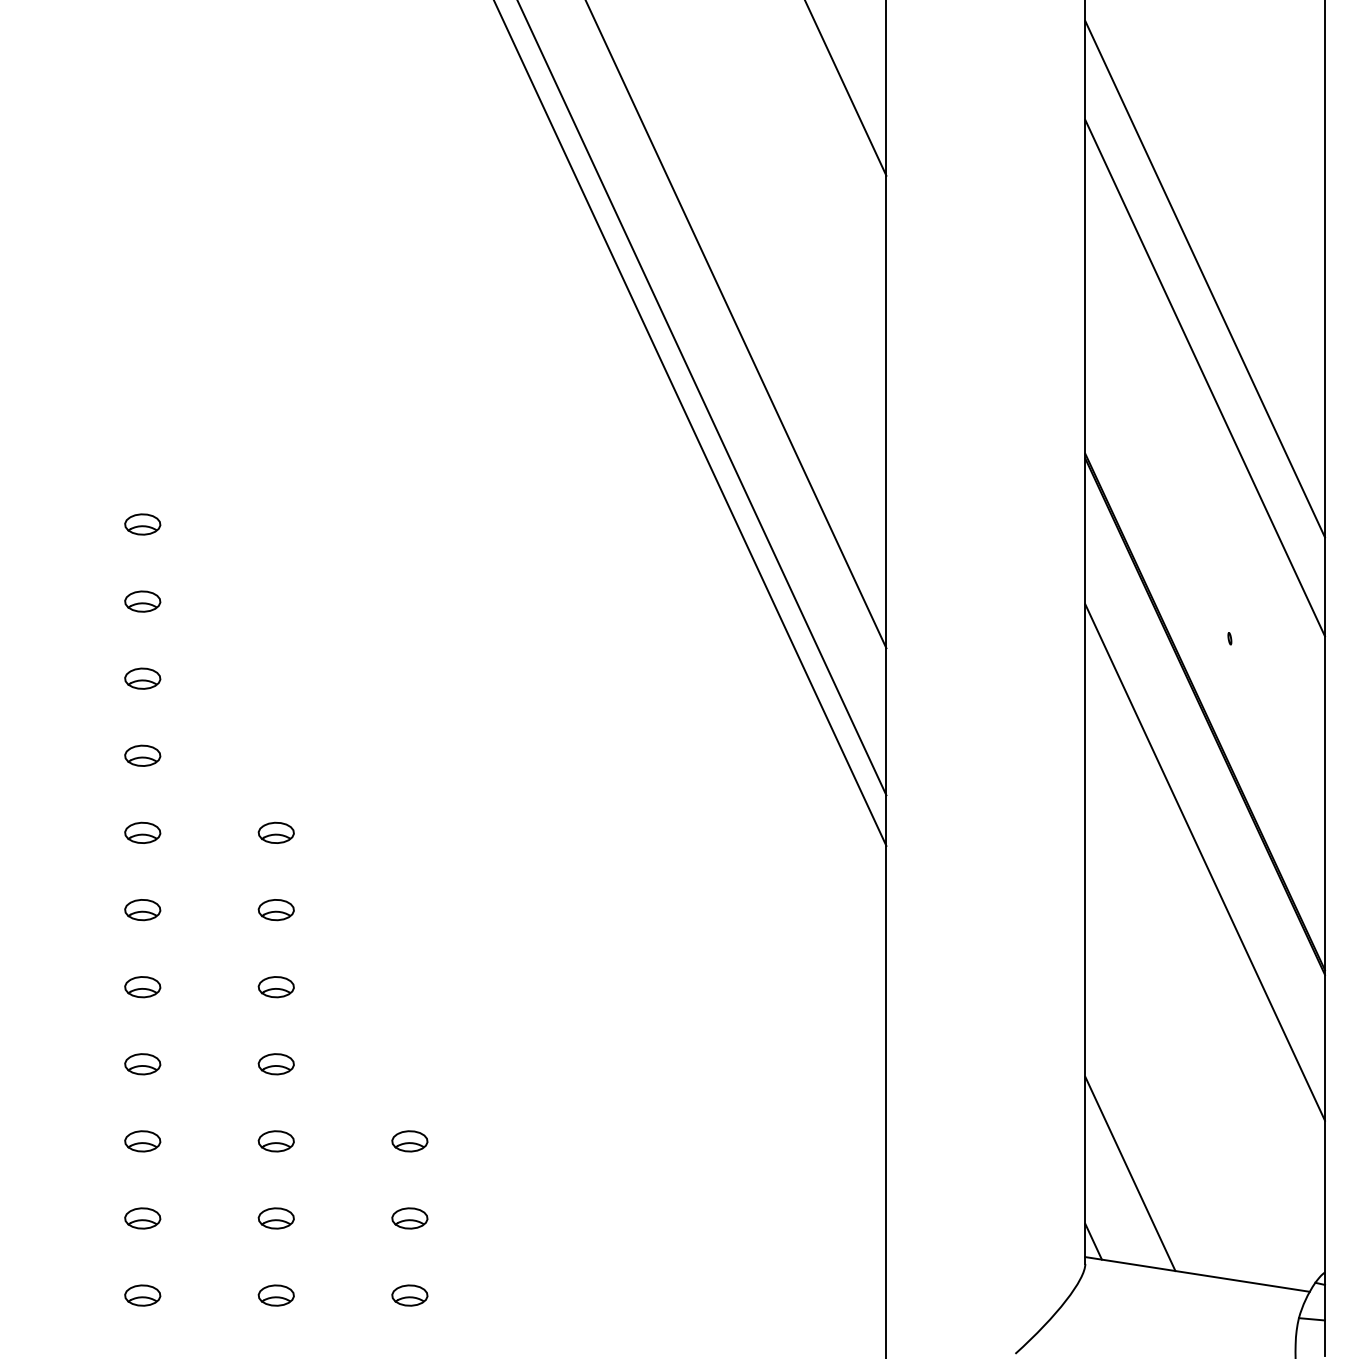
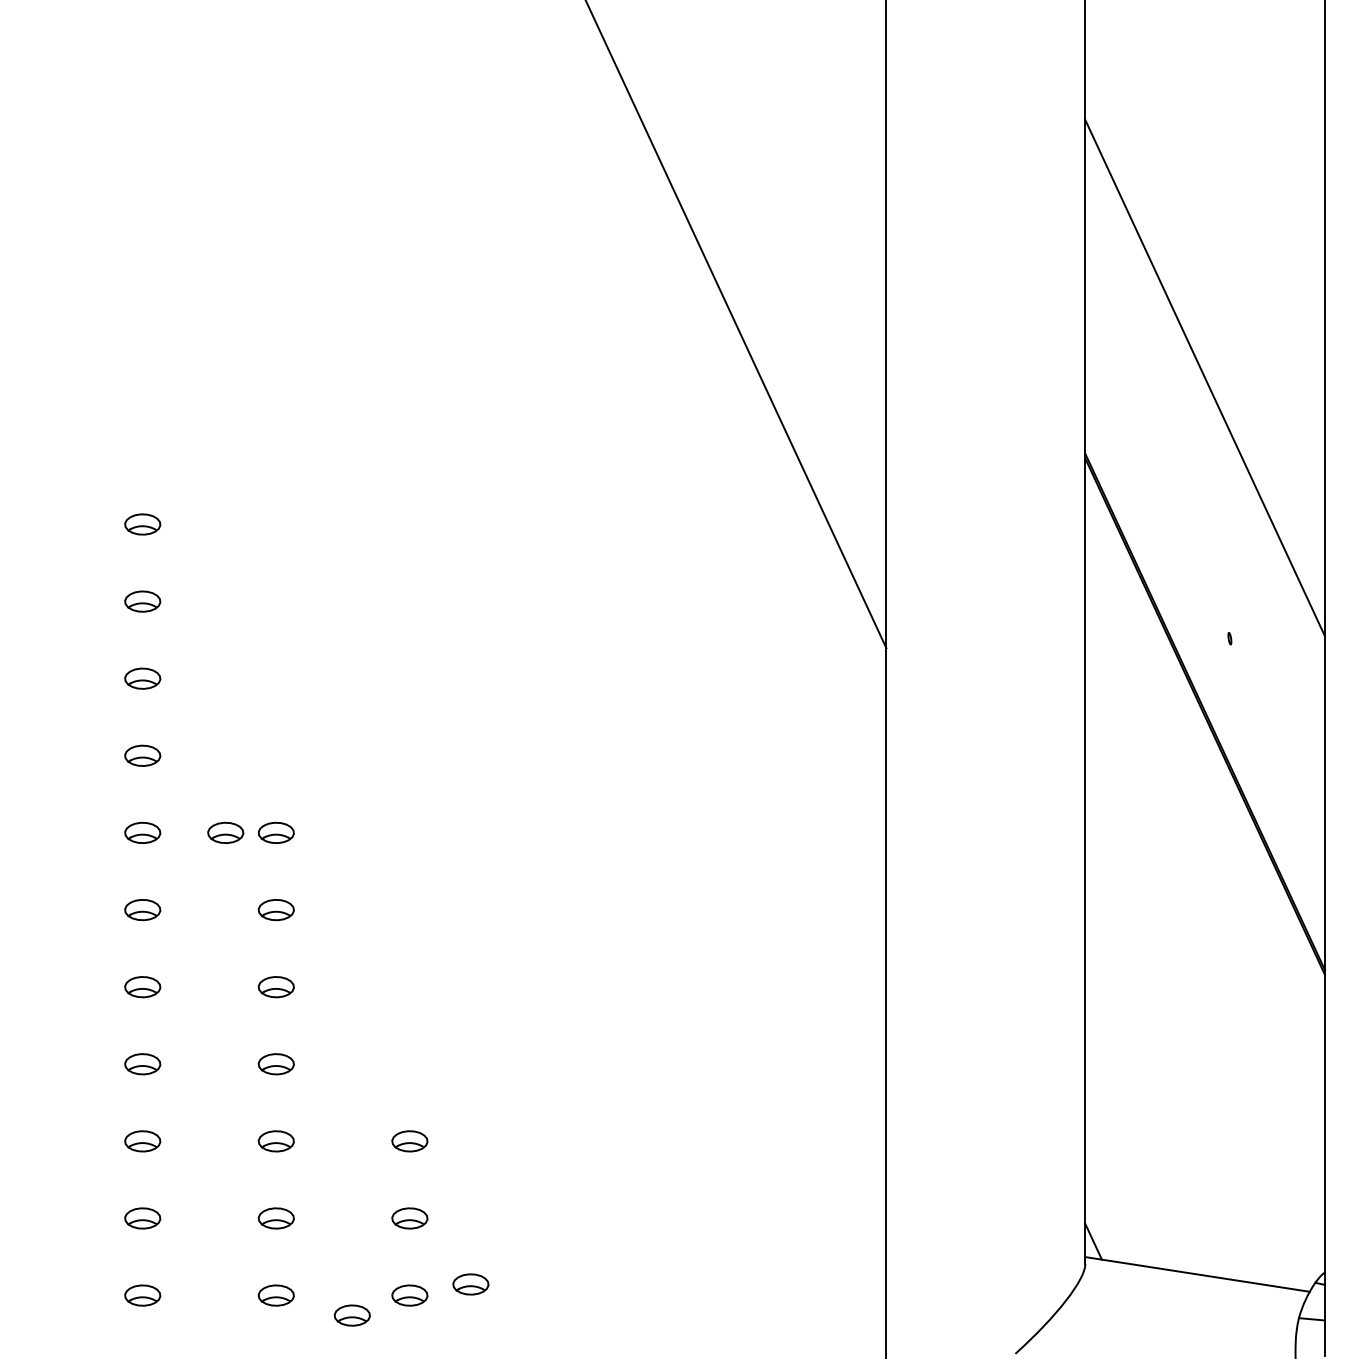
line at (846, 88): present -> none
line at (1205, 279): present -> none
line at (702, 398): present -> none
line at (690, 423): present -> none
part at (225, 832): none -> present
line at (1205, 862): present -> none
line at (1130, 1173): present -> none
part at (470, 1284): none -> present
part at (351, 1315): none -> present
